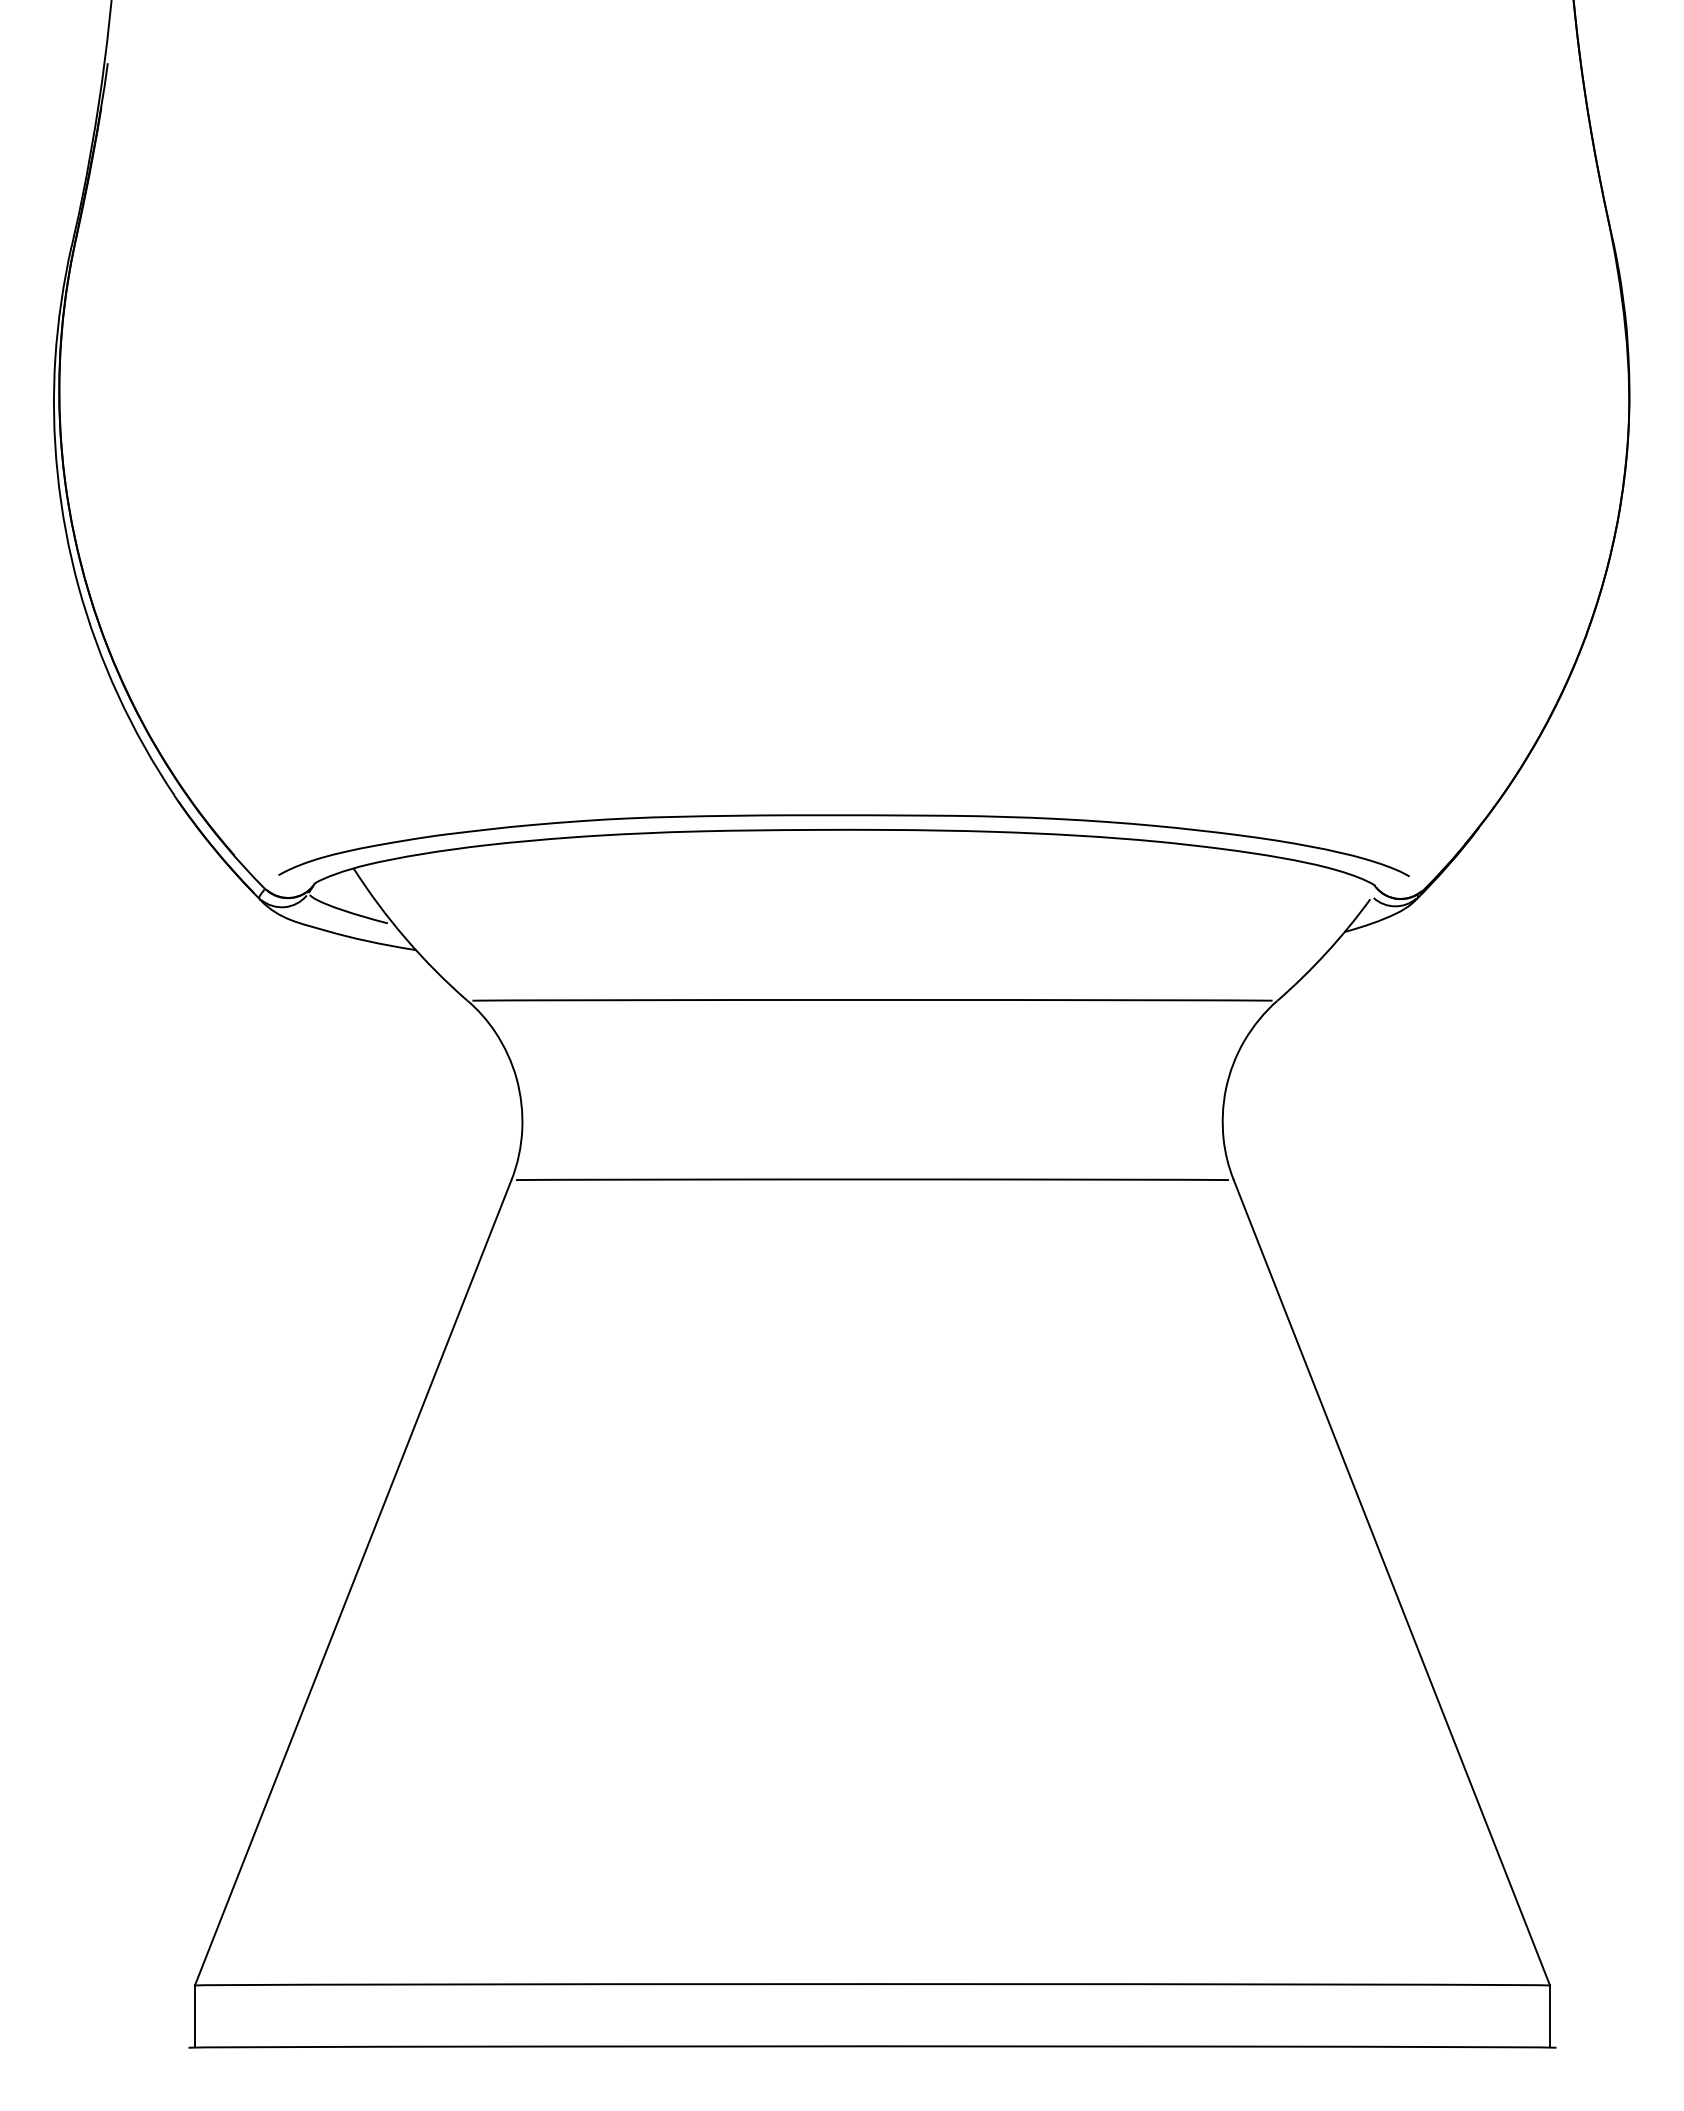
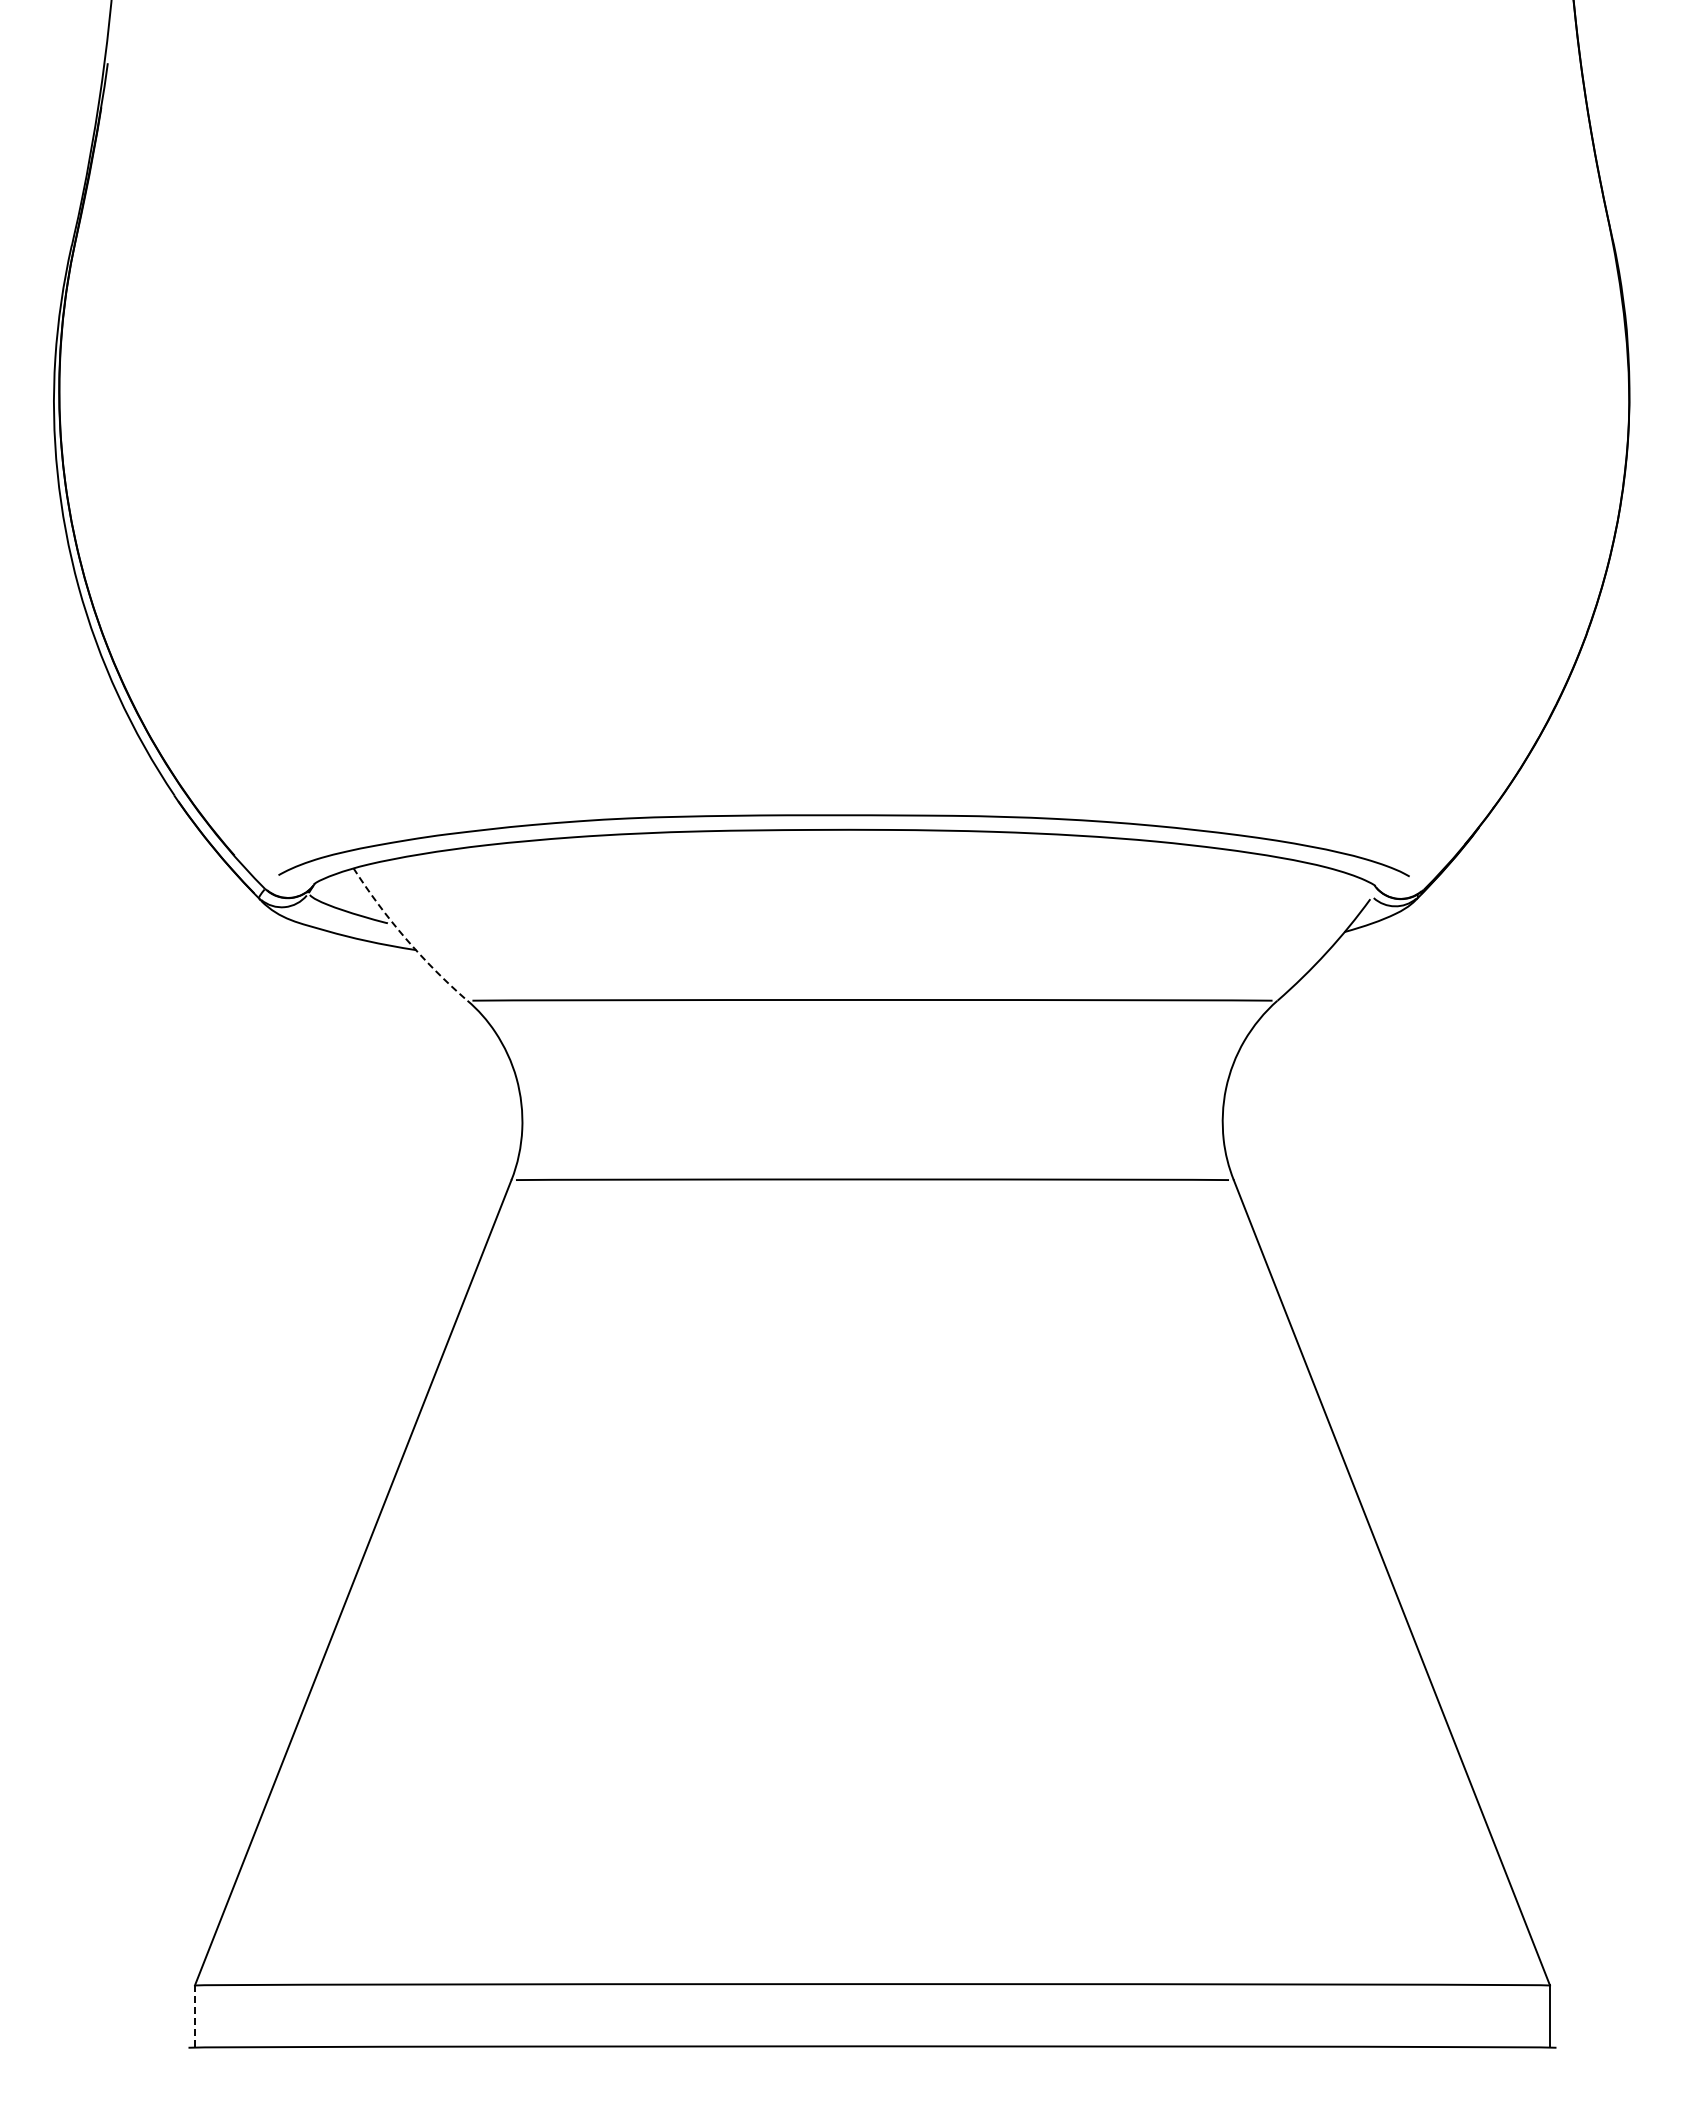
arc at (405, 938): solid -> dashed
line at (194, 2016): solid -> dashed
